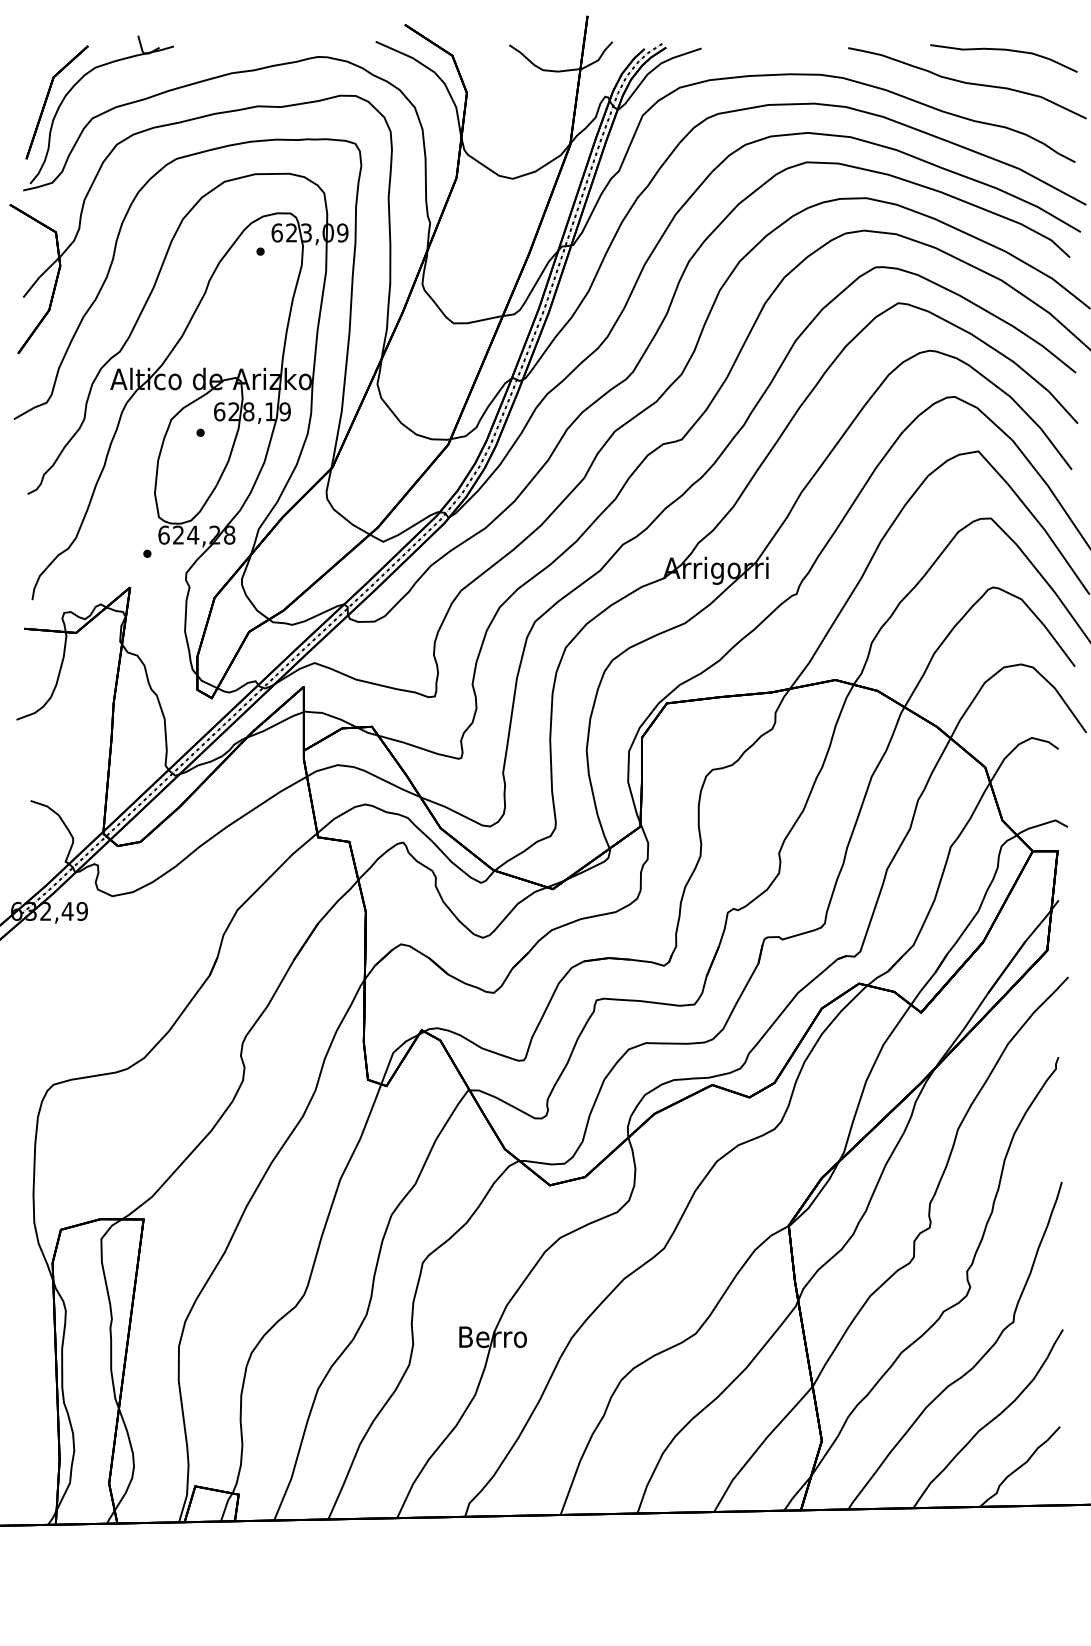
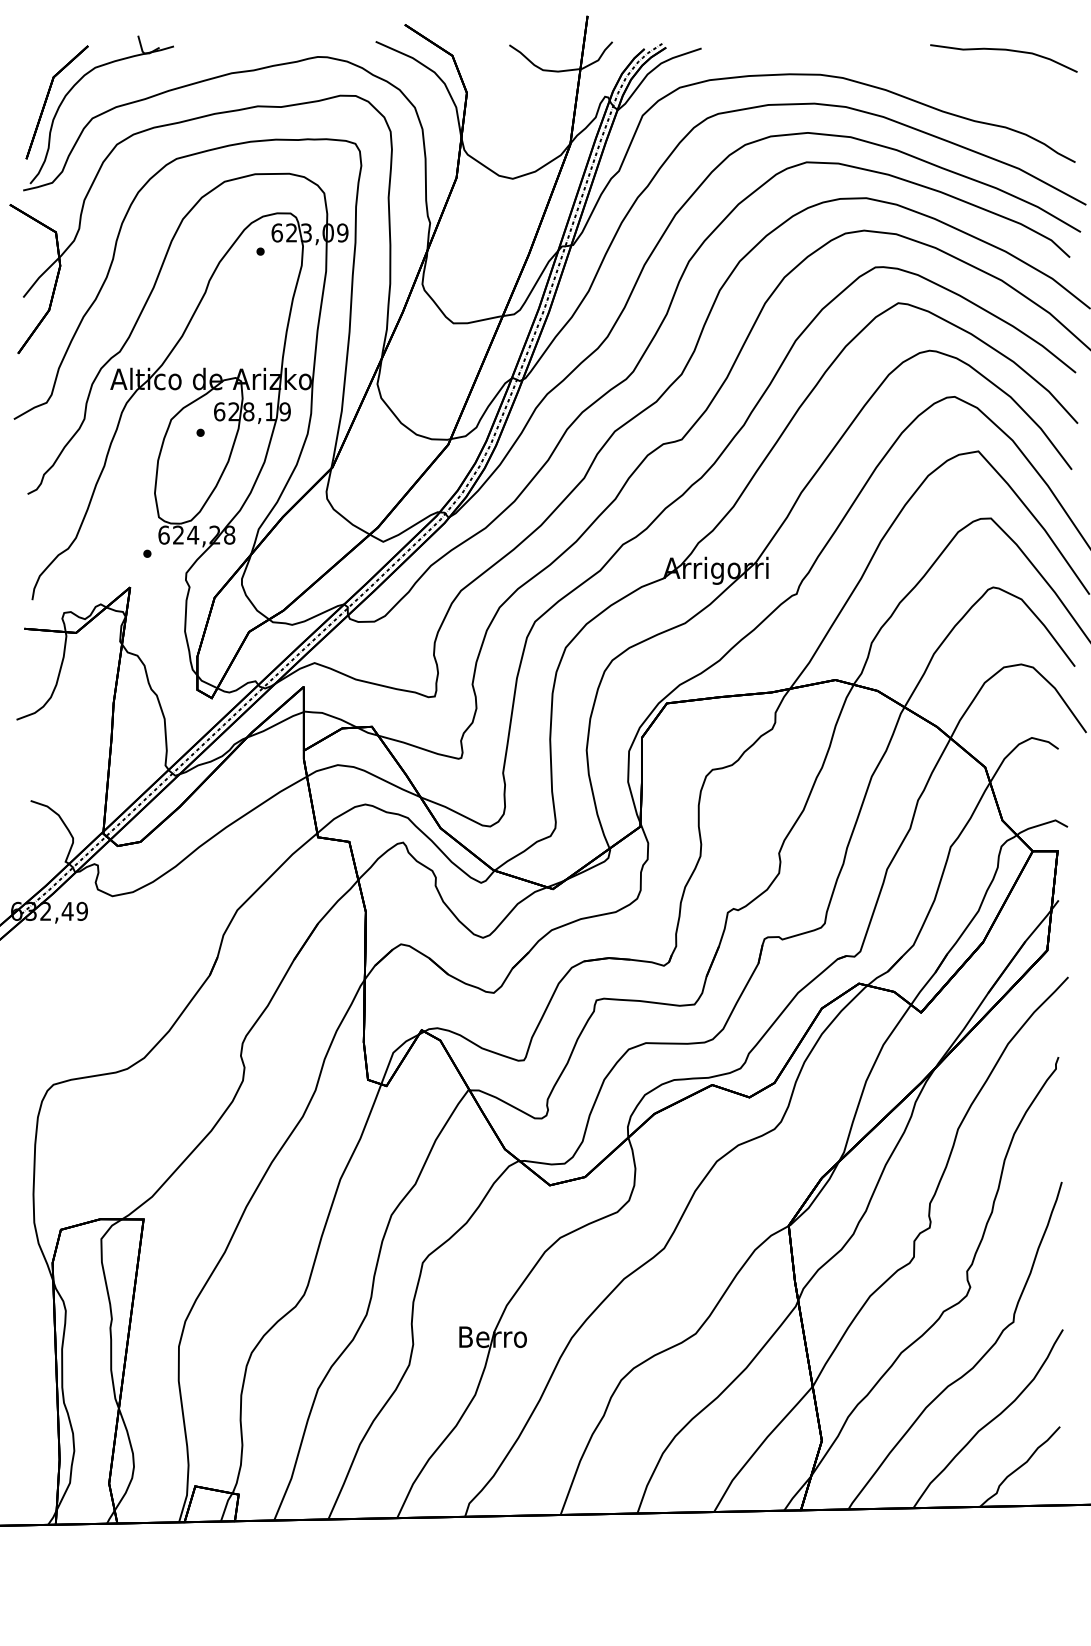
curve at (967, 83): present -> none
